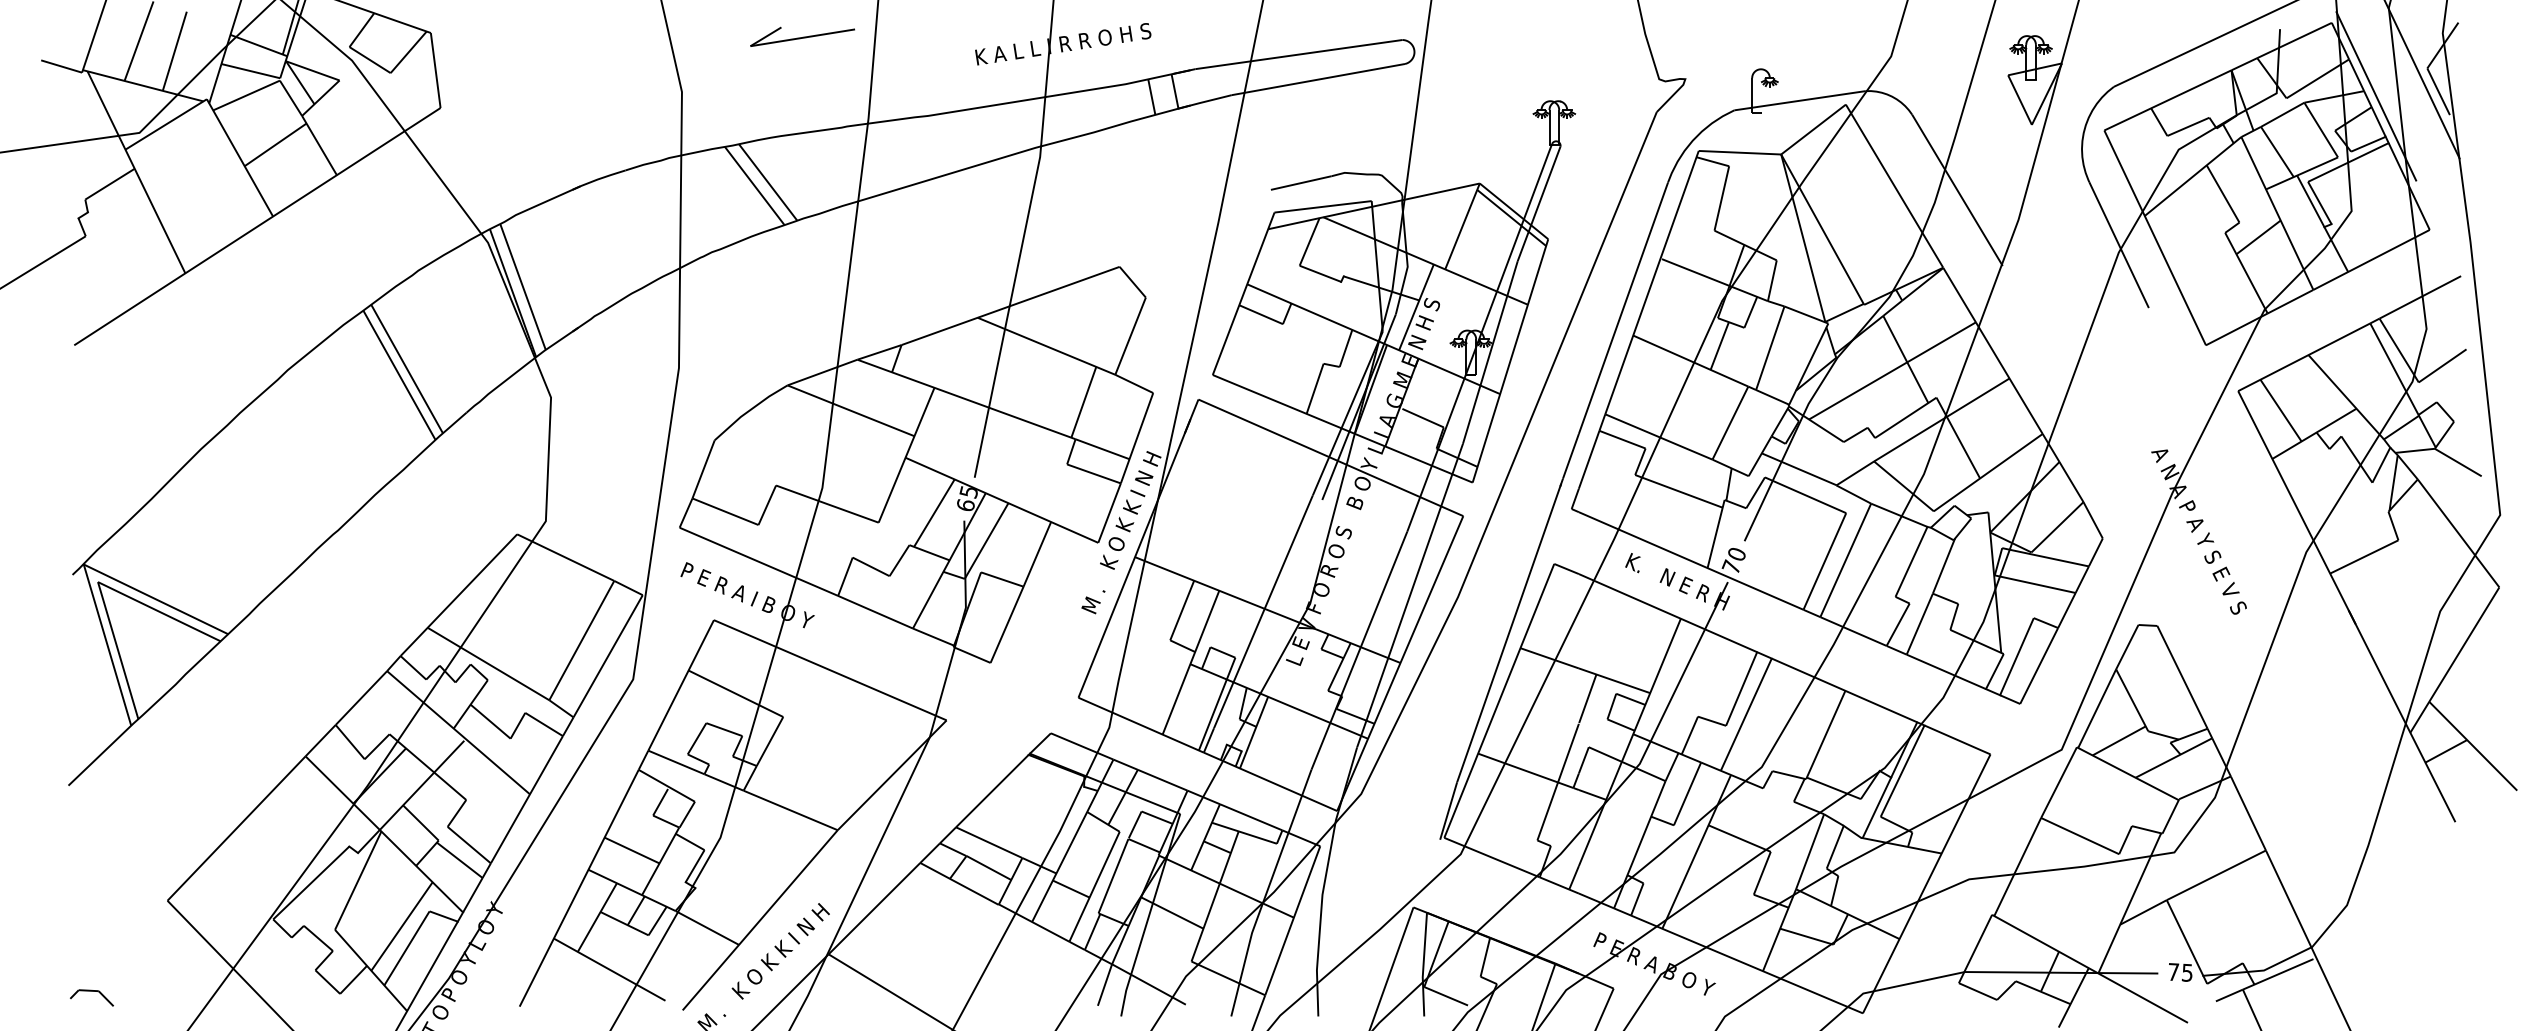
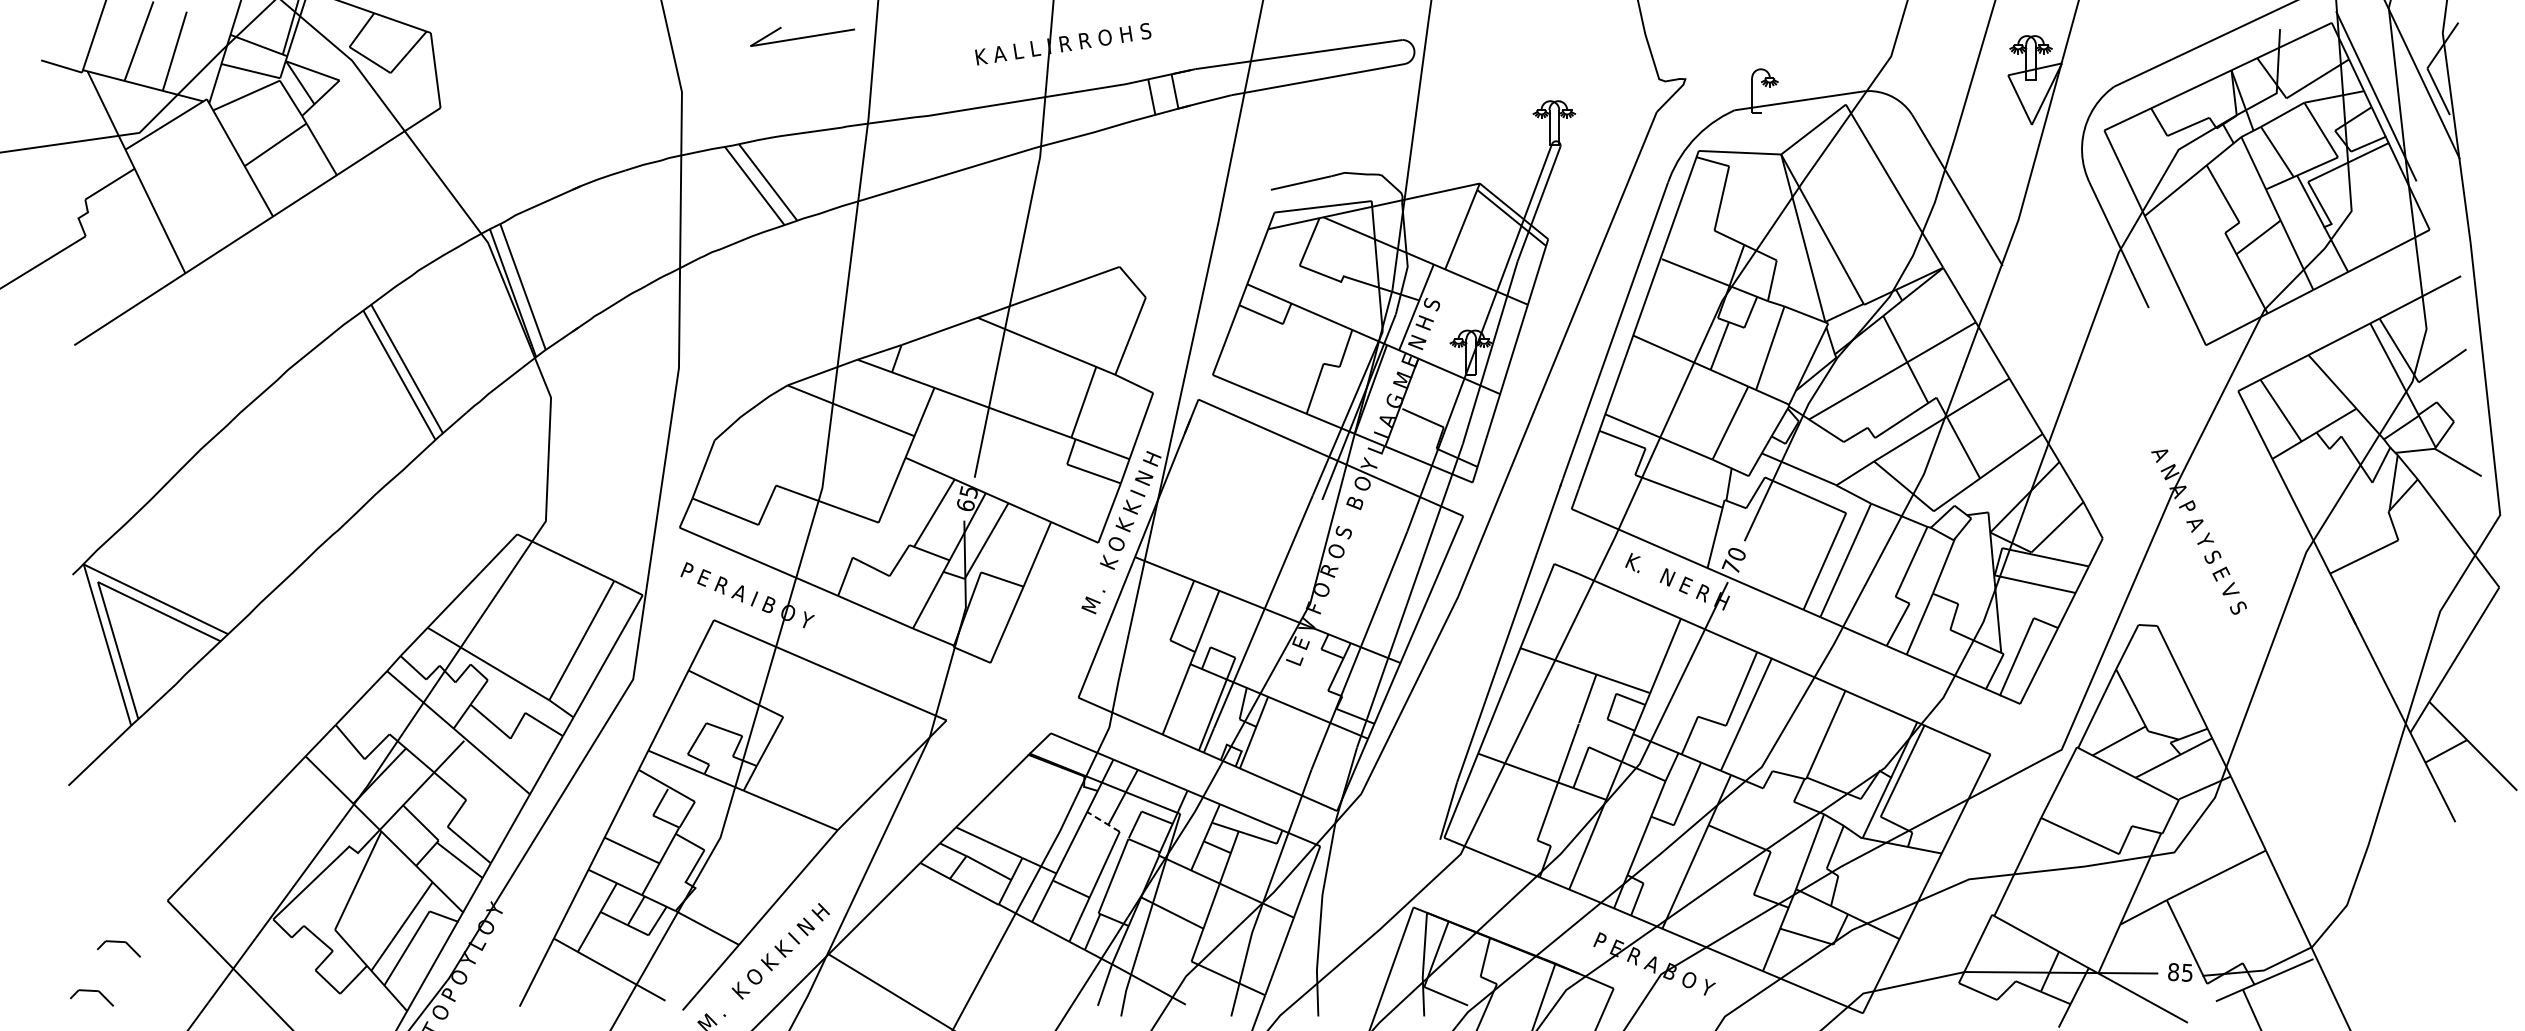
line at (1103, 821): solid -> dashed
part at (118, 948): none -> present
text at (2173, 972): 75 -> 85
